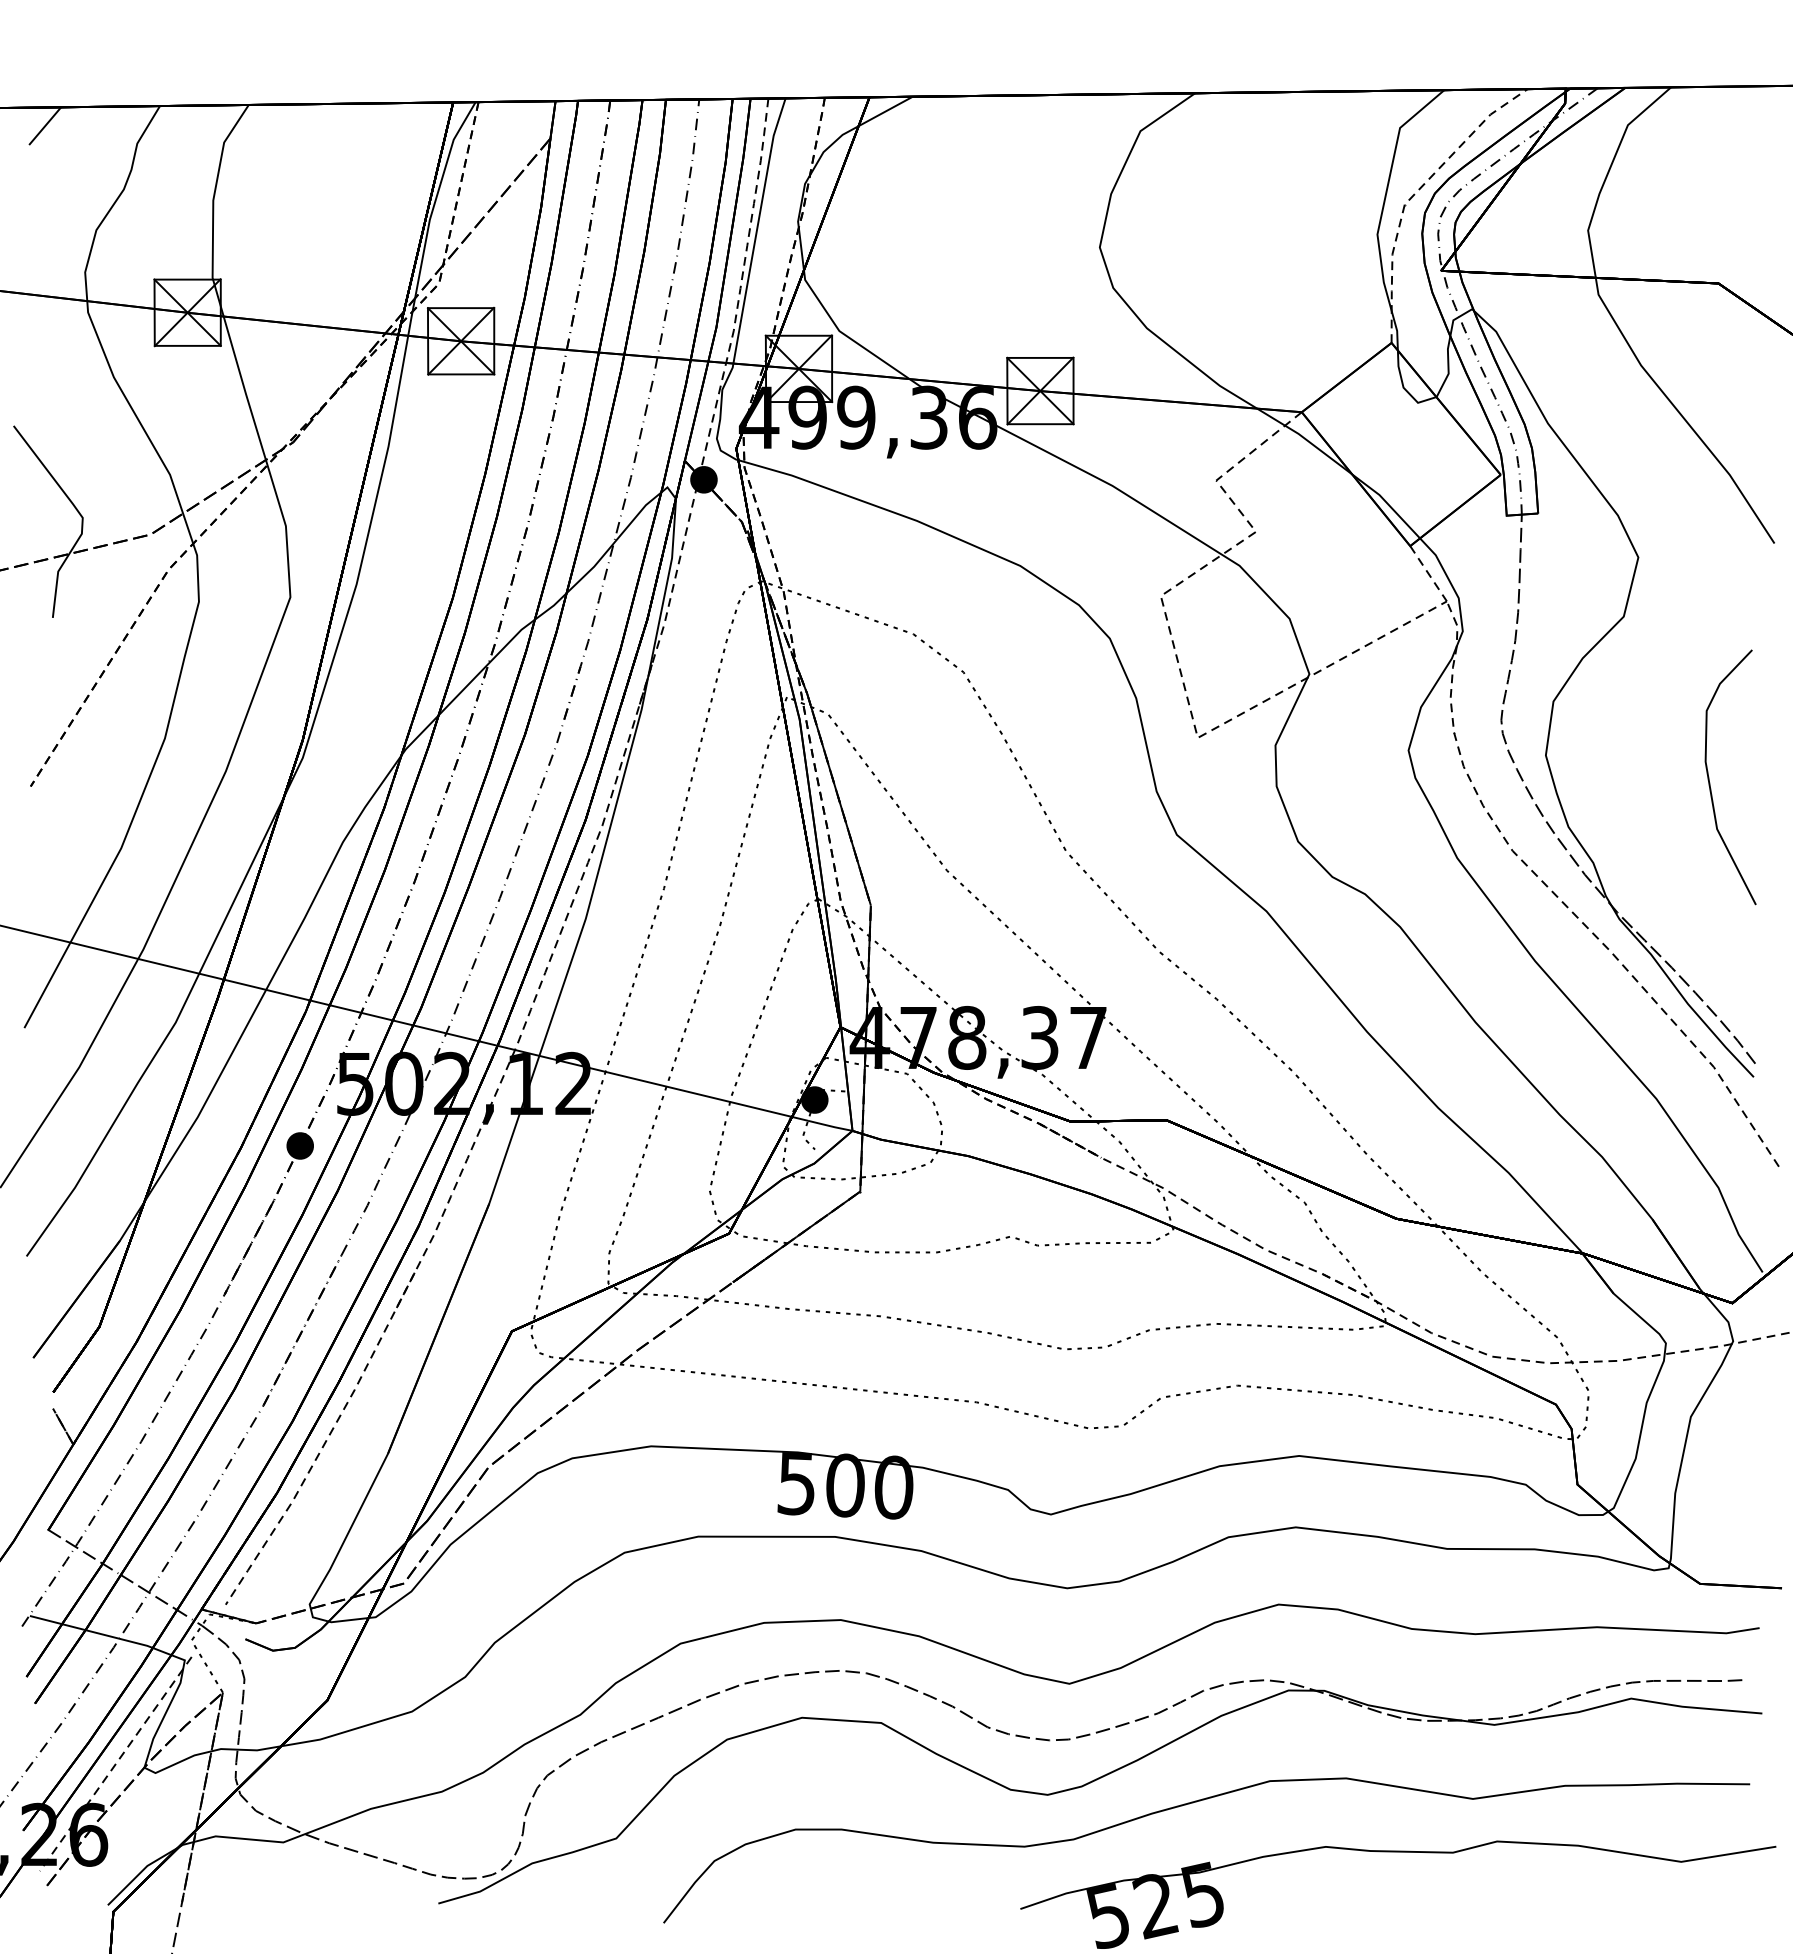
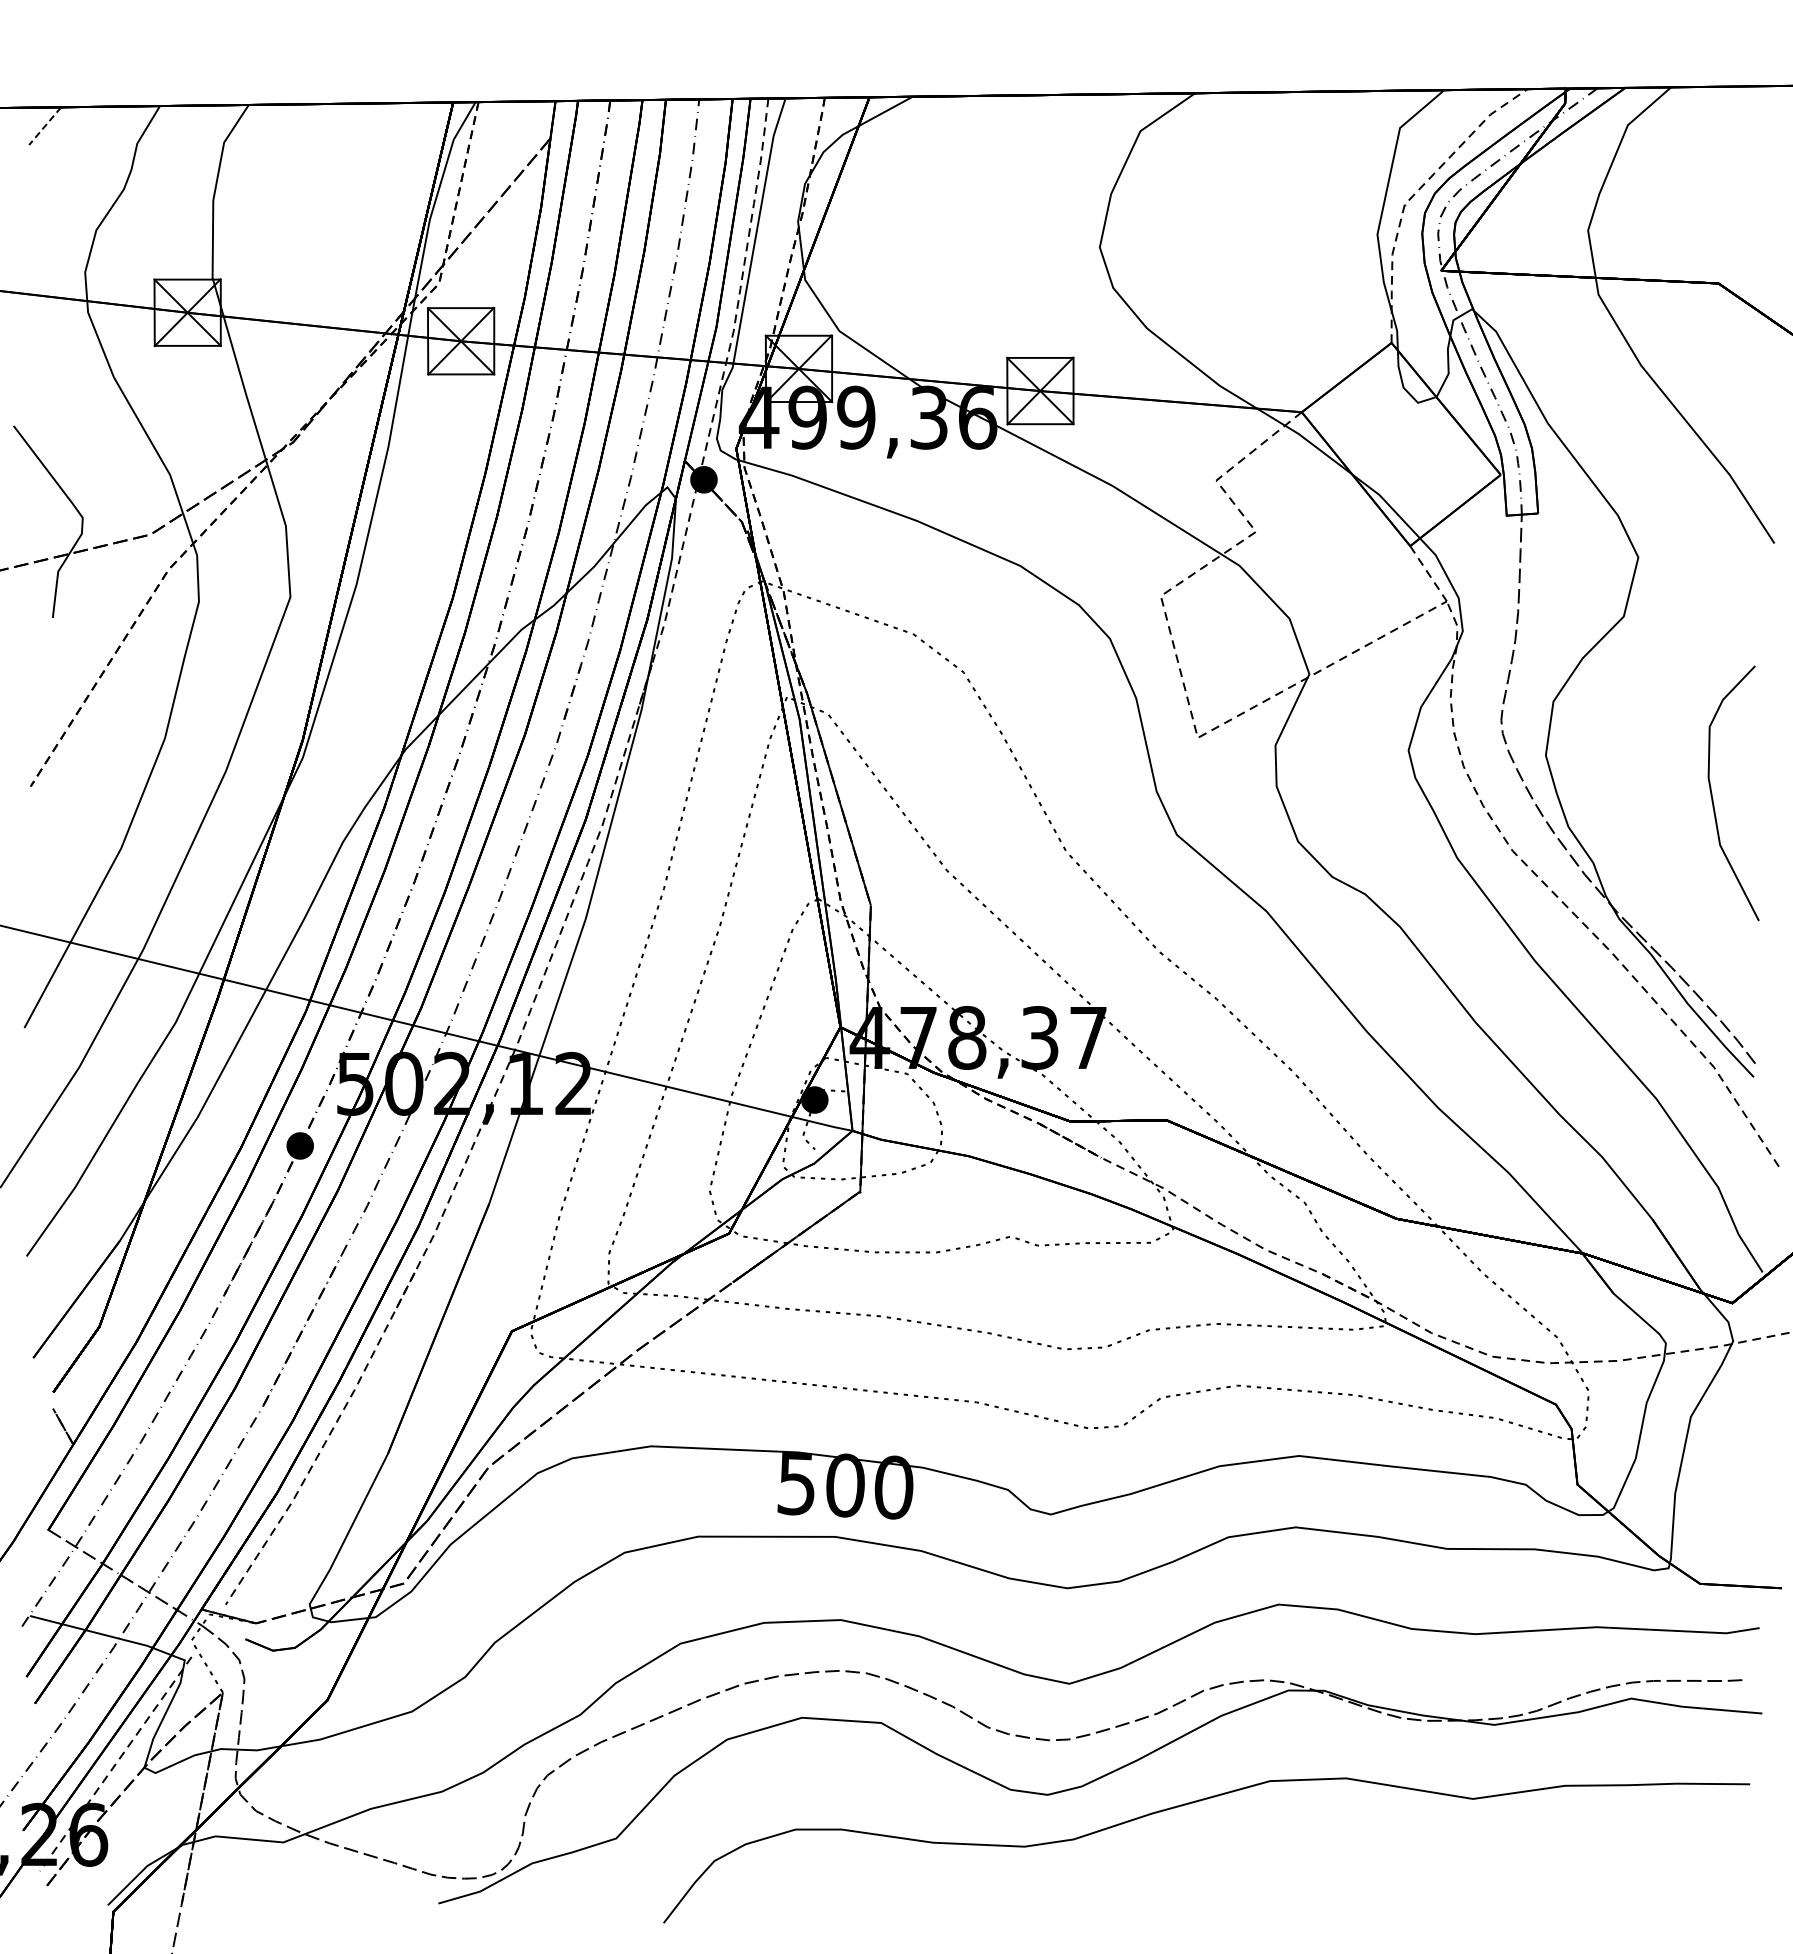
line at (45, 126): solid -> dashed
curve at (1710, 782) position: (1710, 782) -> (1713, 798)
part at (1398, 1852): present -> none
